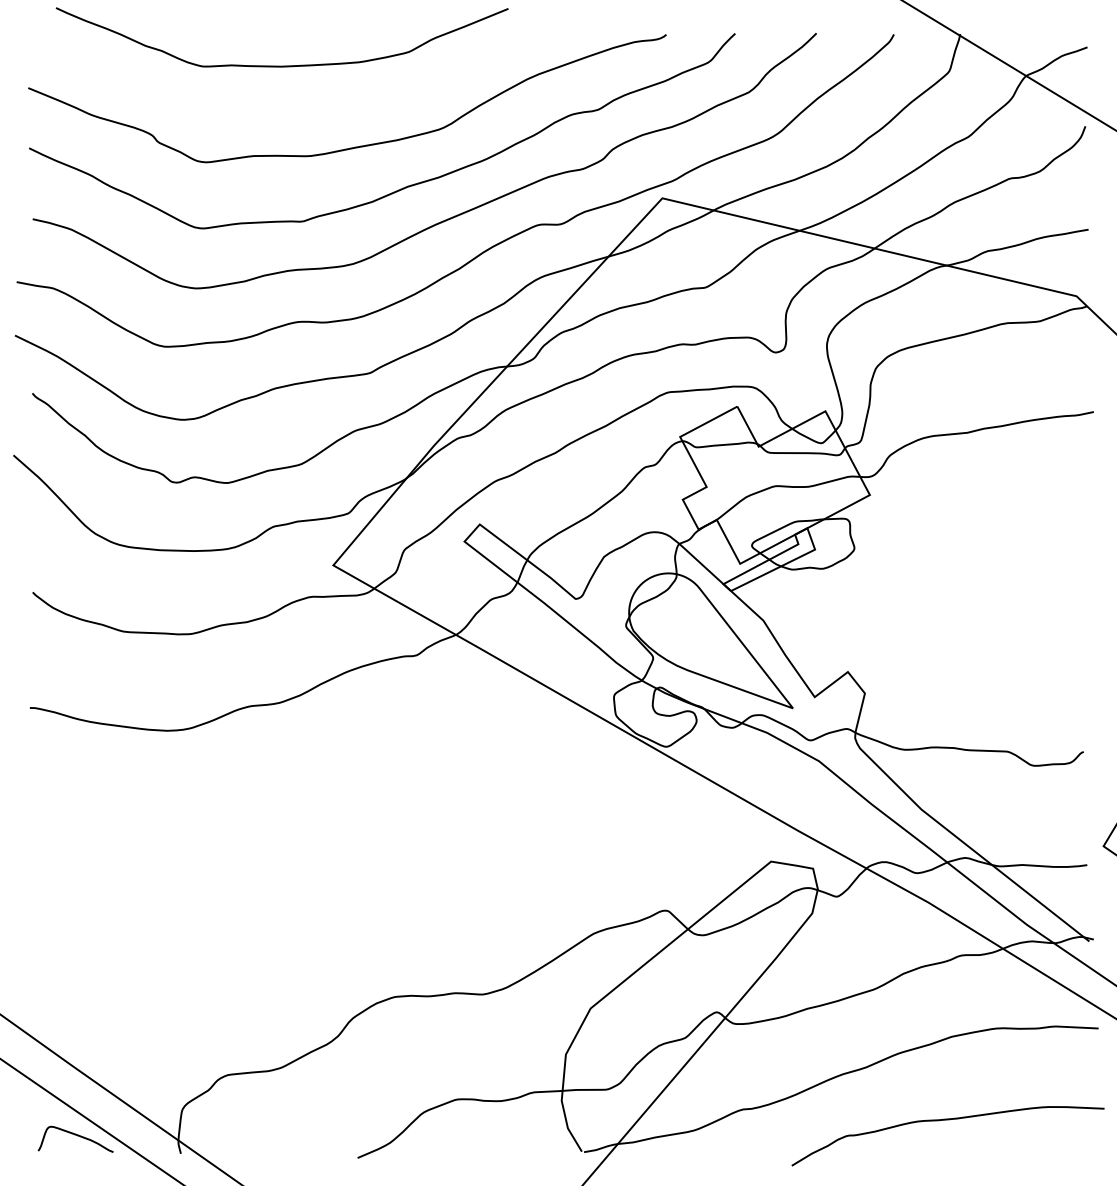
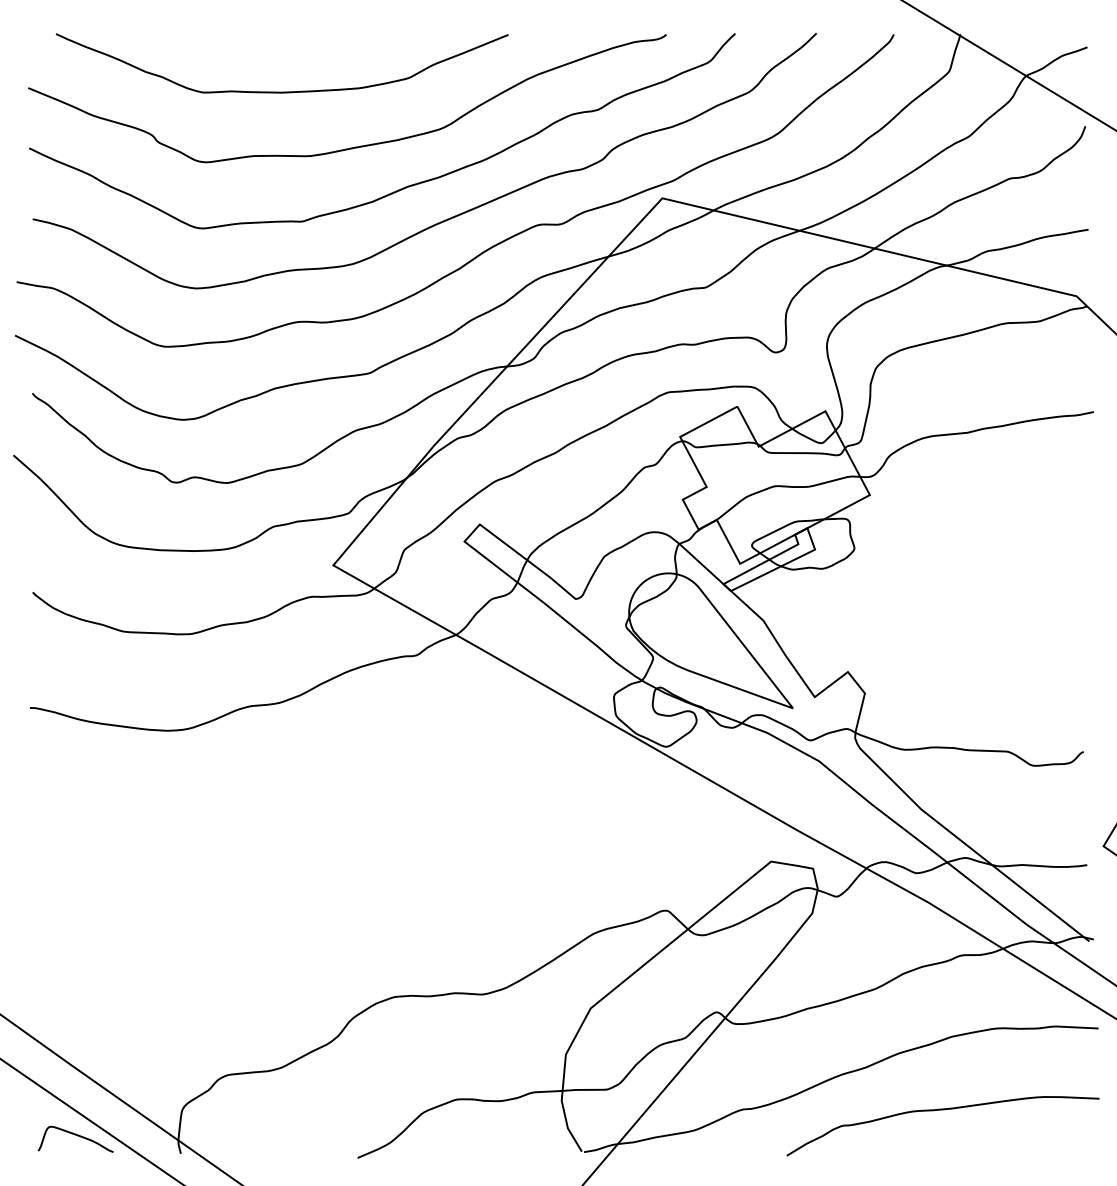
curve at (281, 65) position: (281, 65) -> (281, 91)
curve at (947, 1120) position: (947, 1120) -> (942, 1110)
